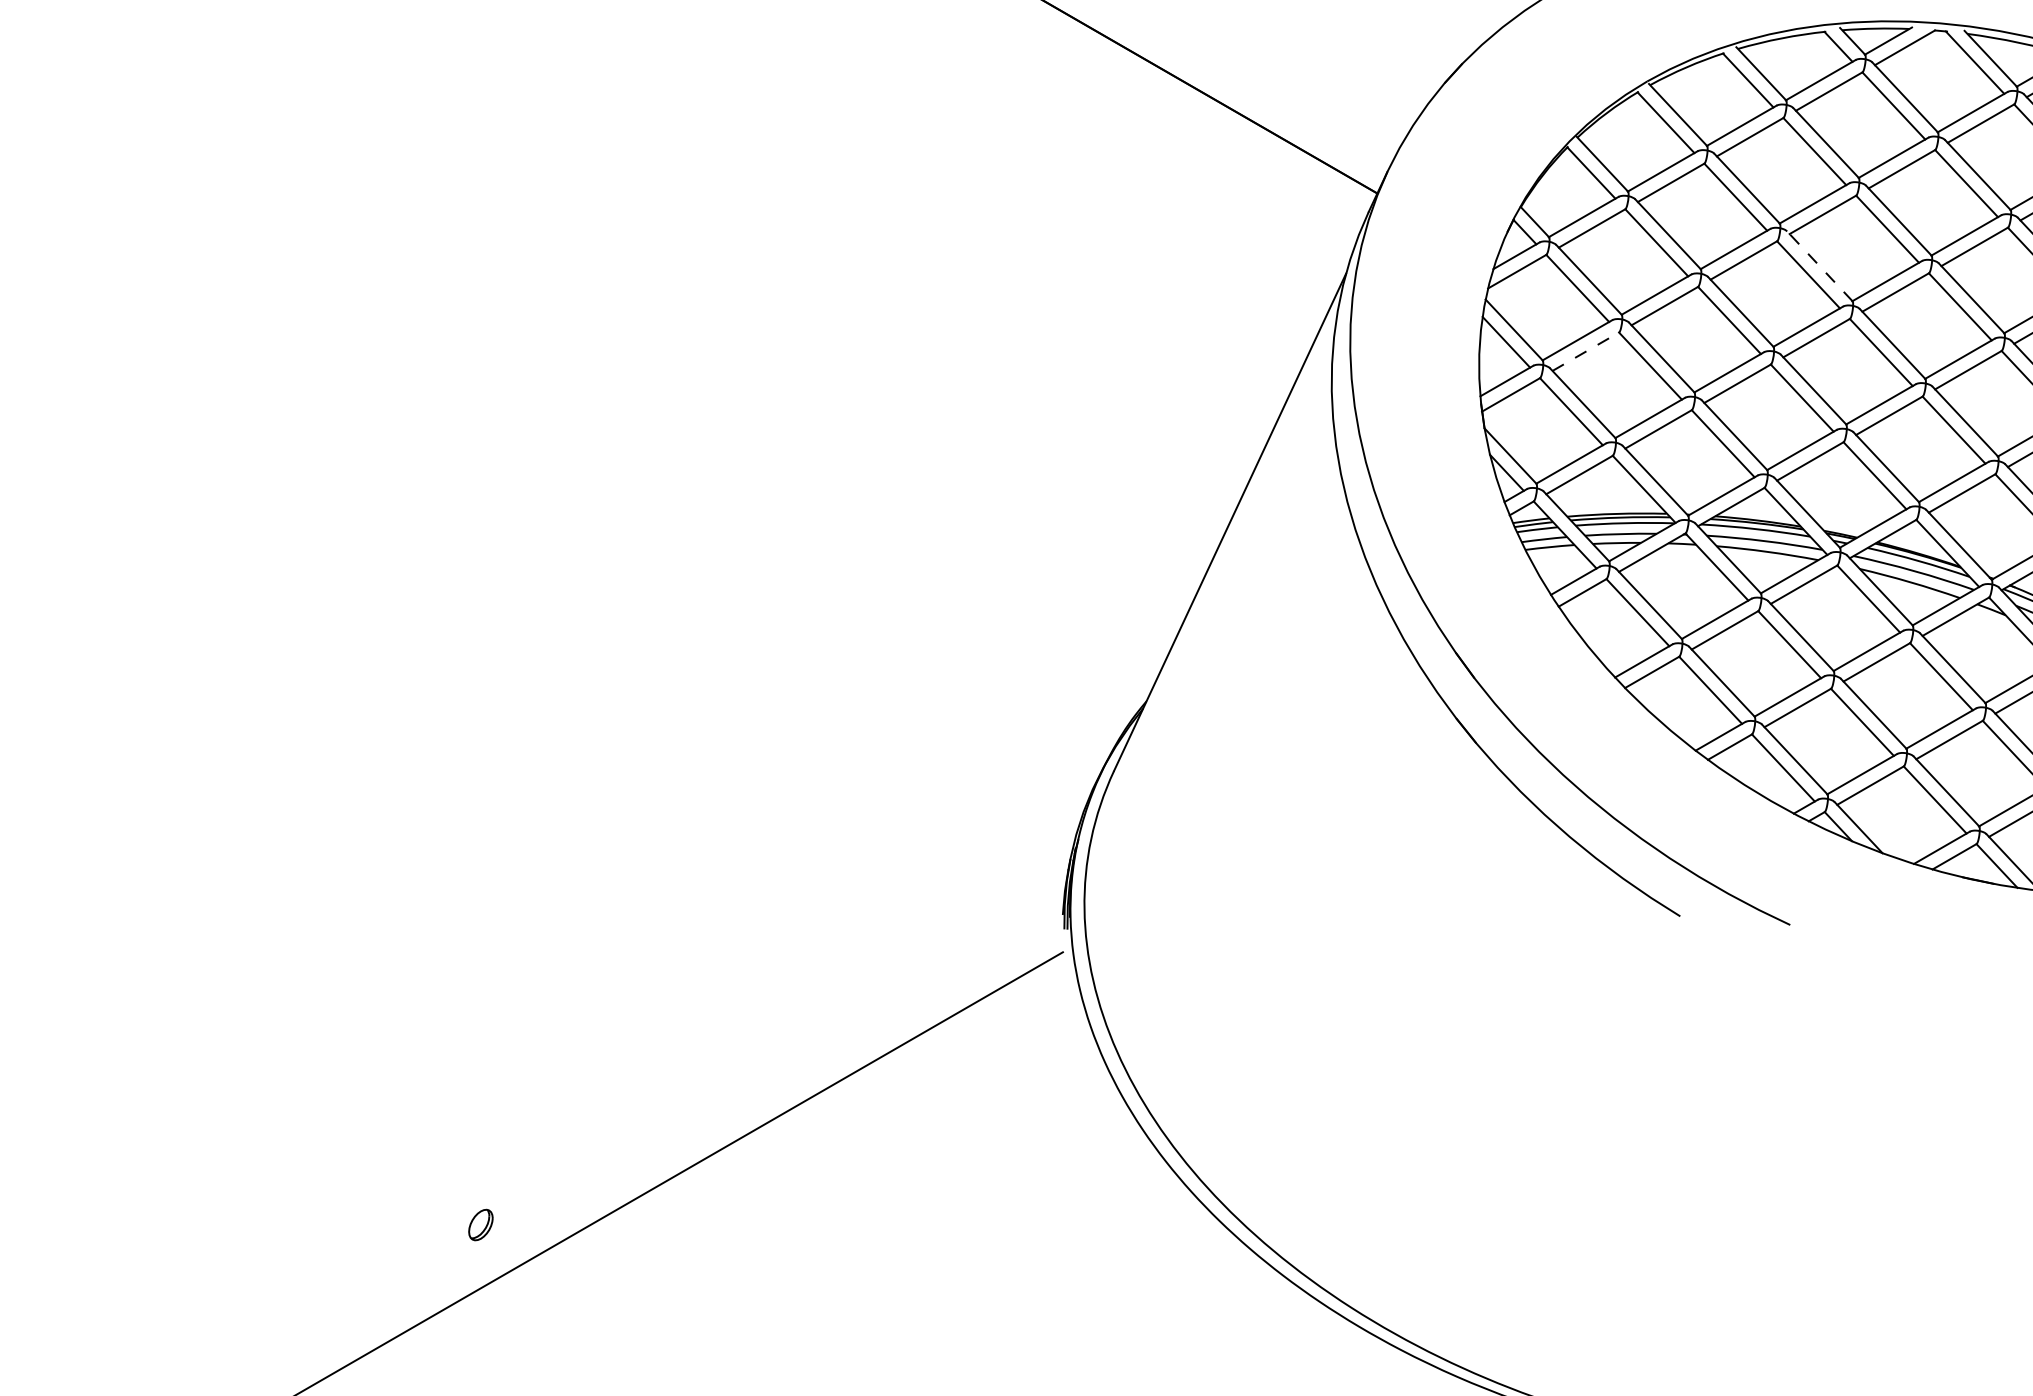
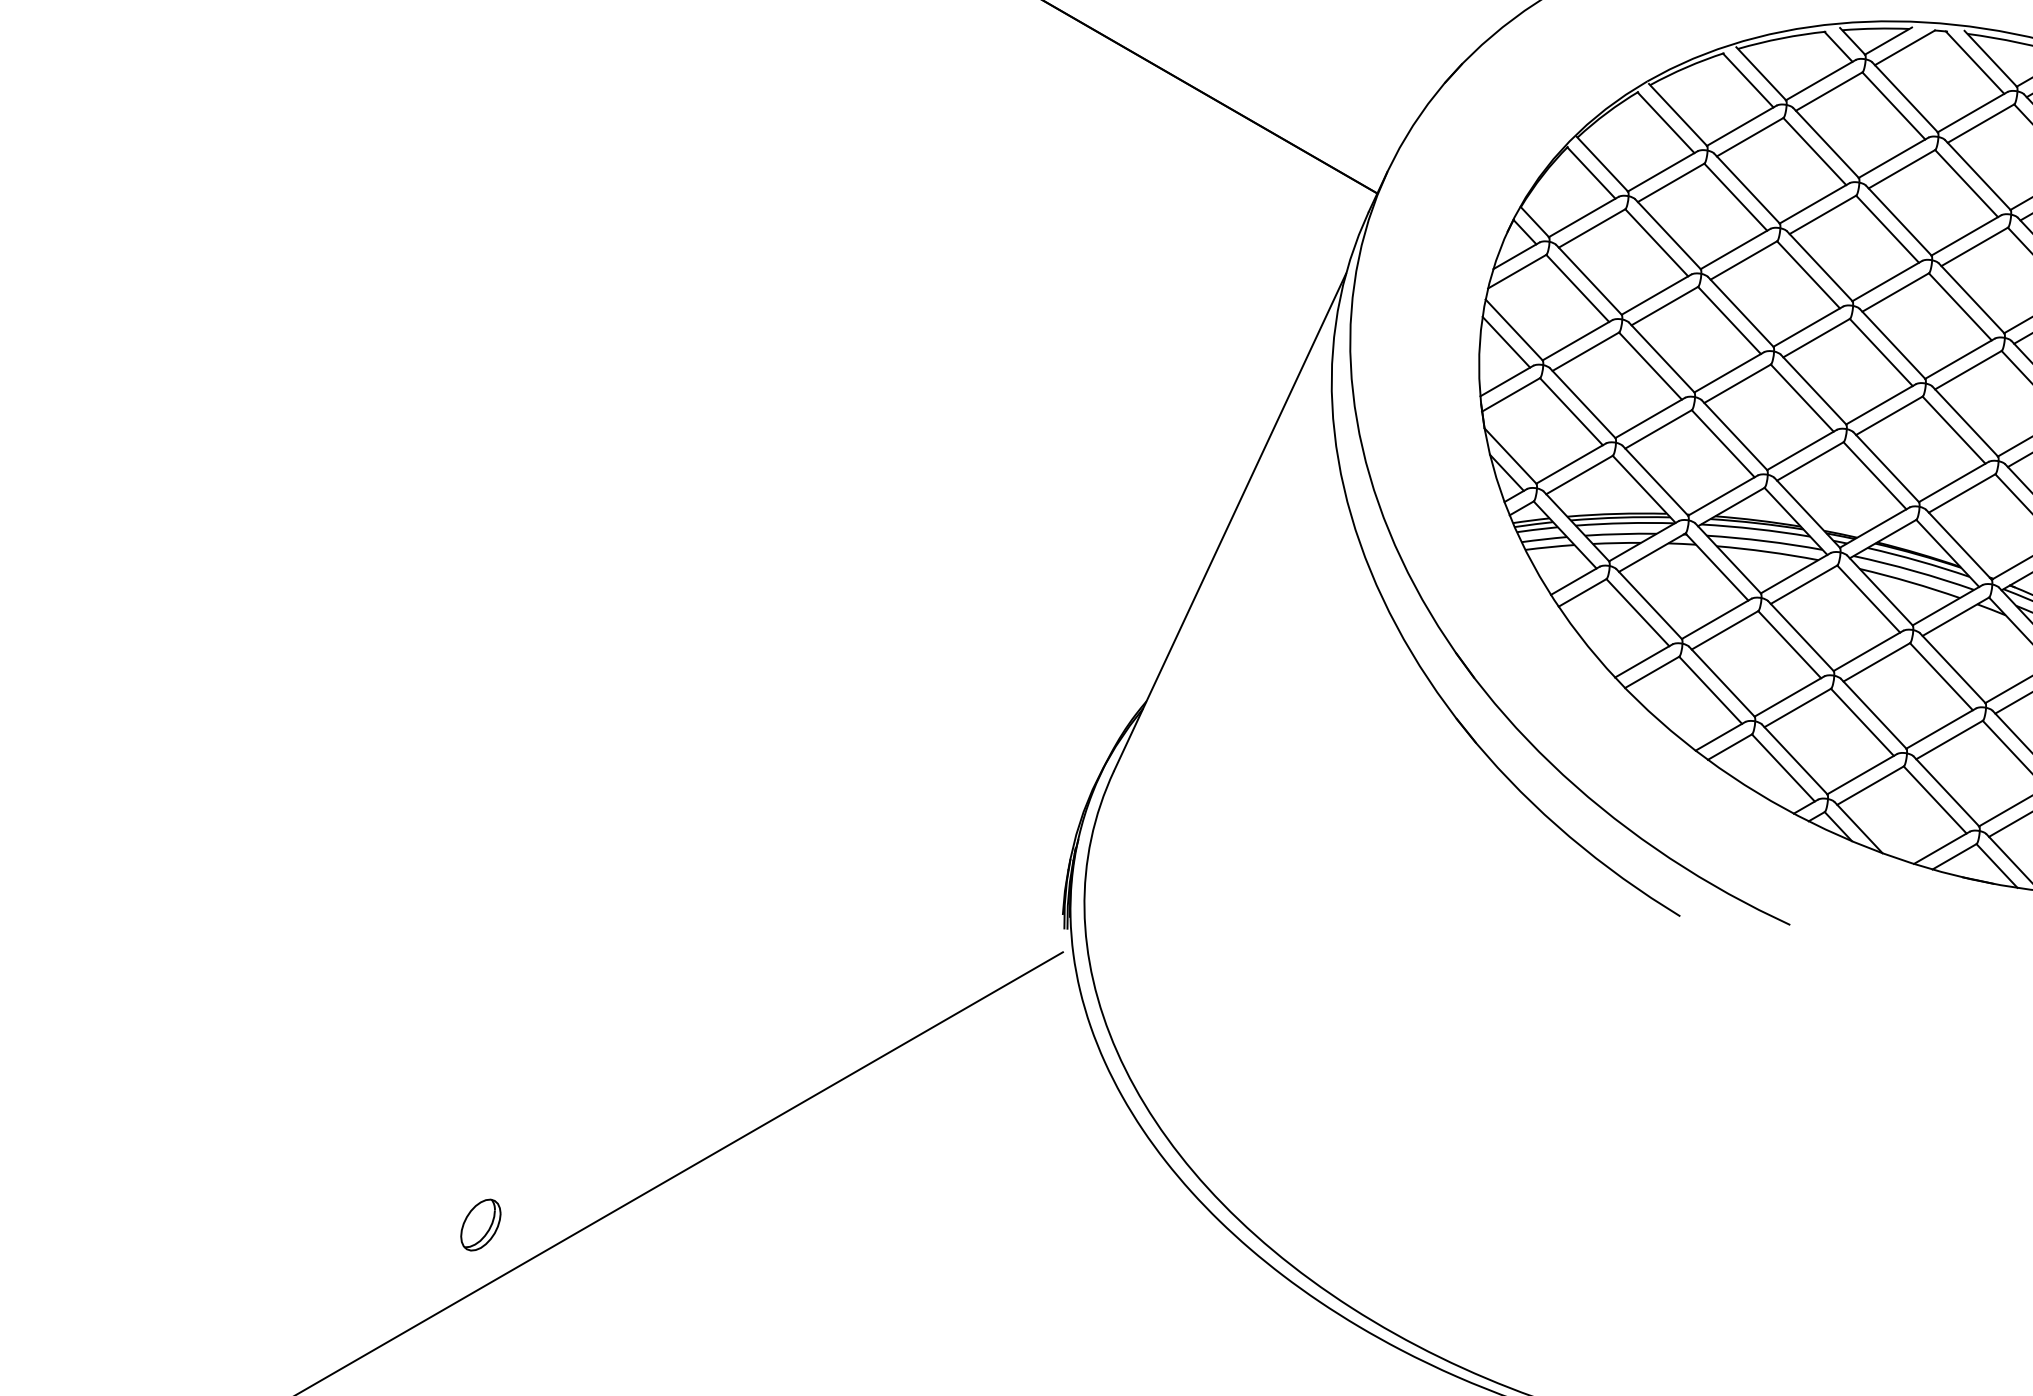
line at (1819, 266): dashed -> solid
line at (1585, 351): dashed -> solid
part at (480, 1224) size: 26x34 px -> 42x54 px
